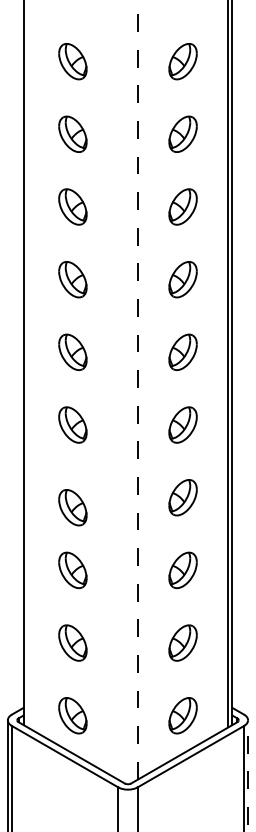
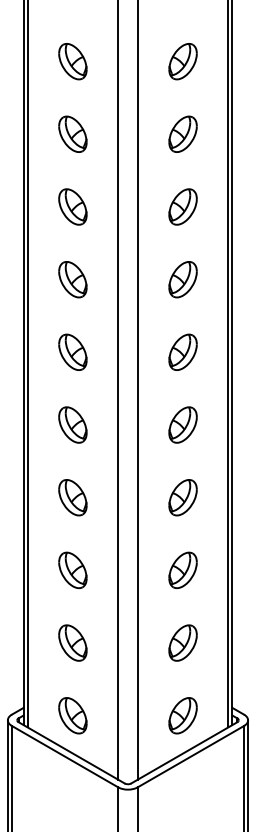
line at (27, 364): none -> present
line at (137, 389): dashed -> solid
line at (118, 390): none -> present
part at (72, 507) position: (72, 507) -> (72, 497)
line at (248, 775): dashed -> solid
